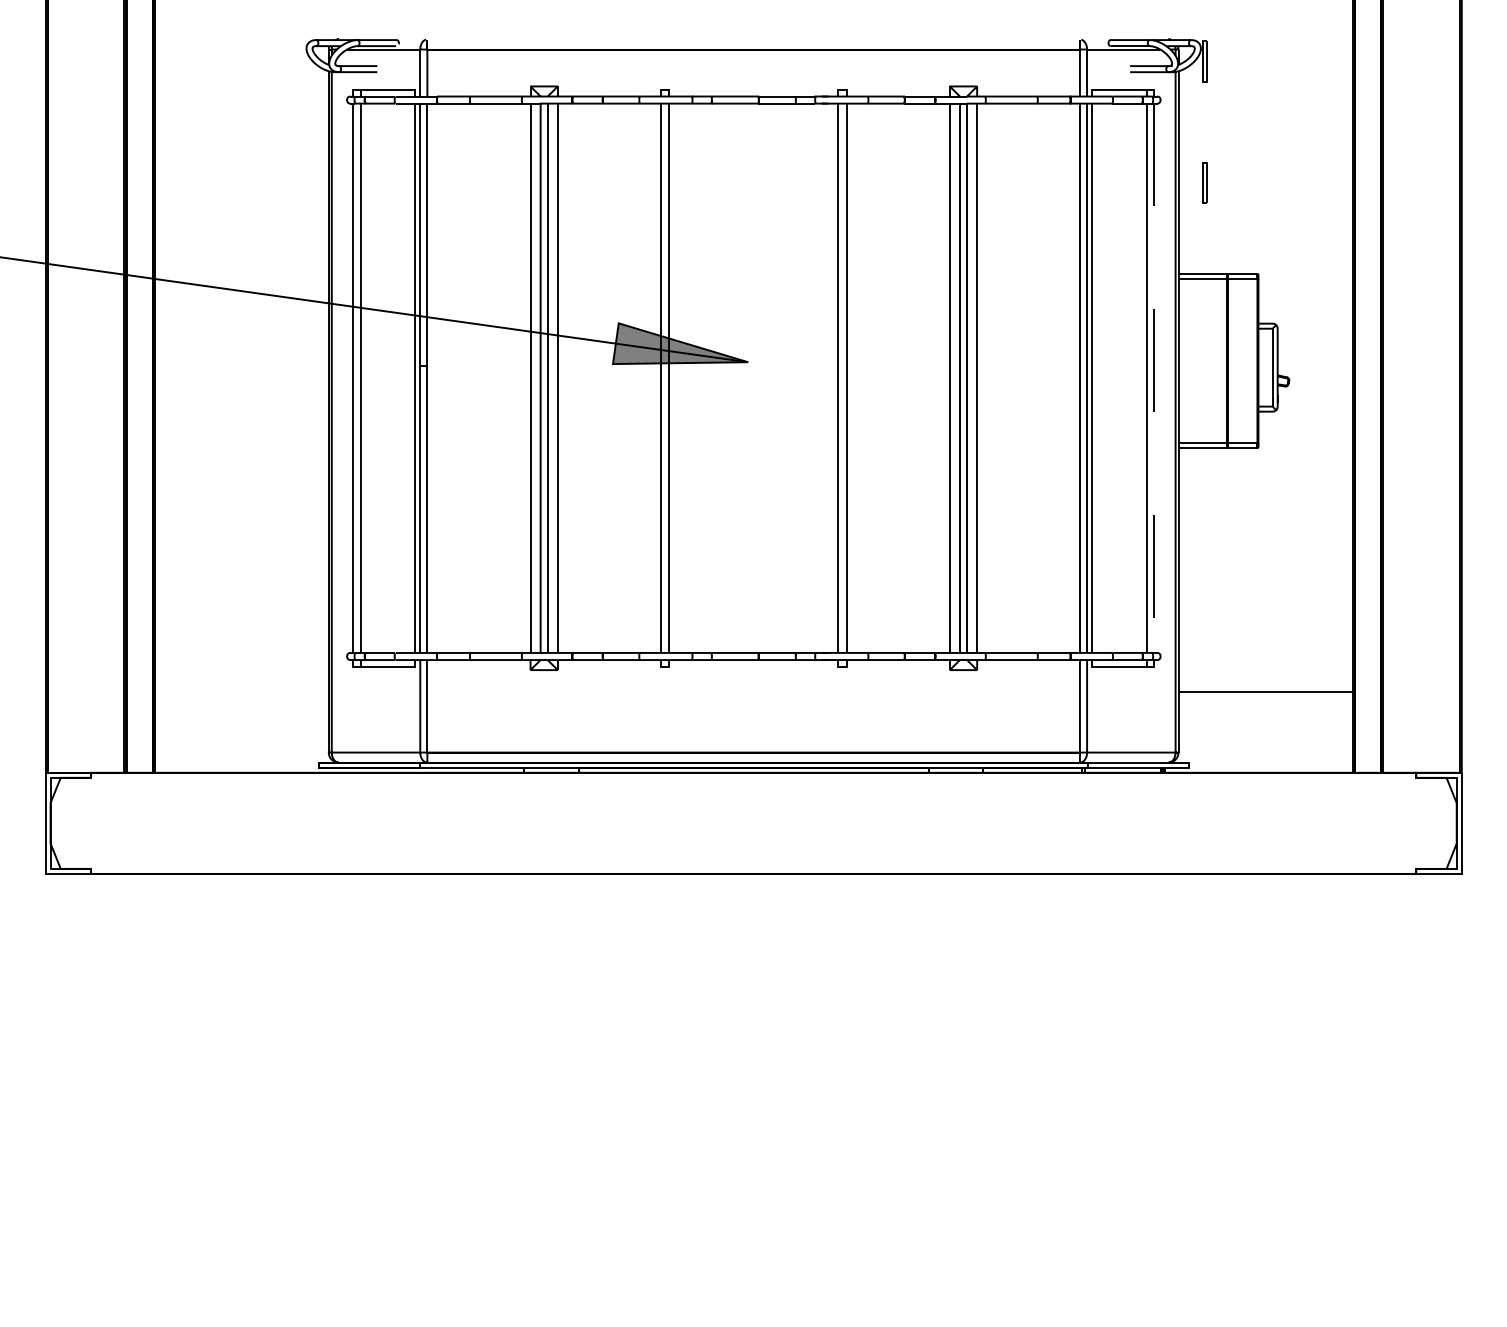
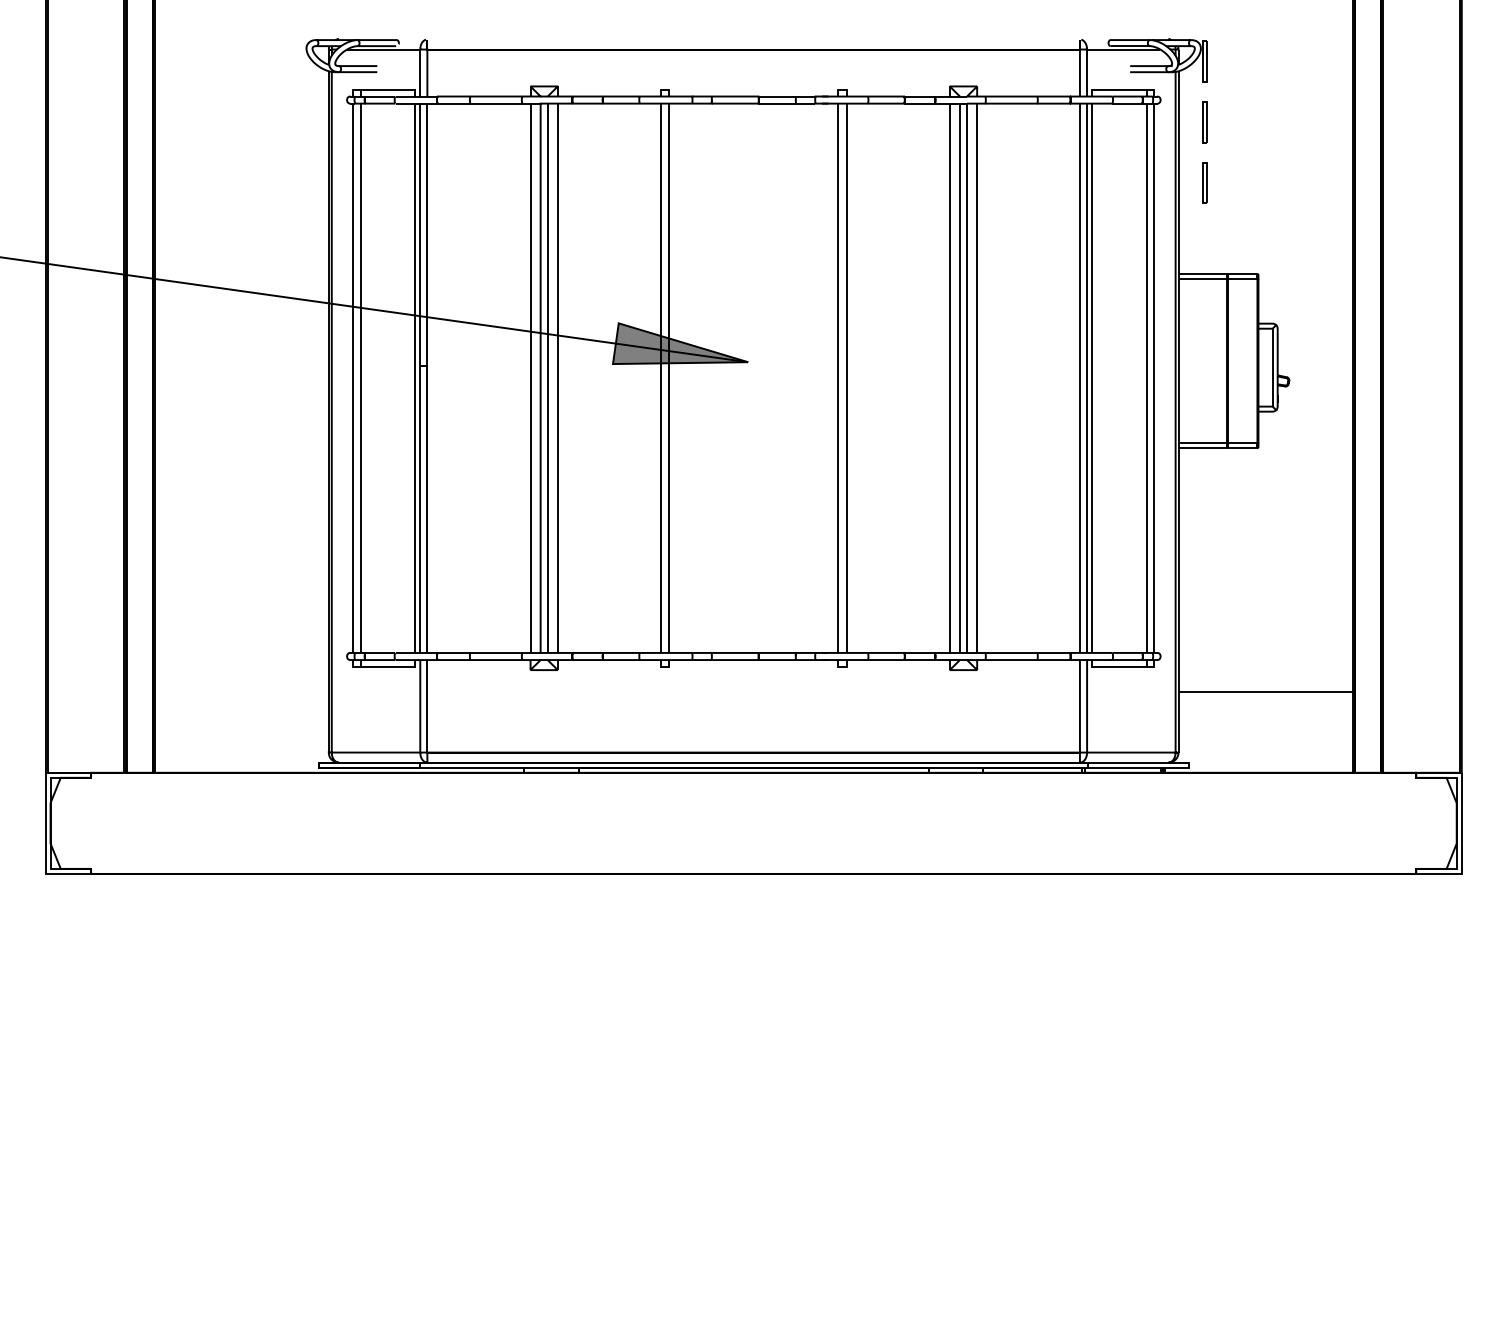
part at (1204, 122): none -> present
line at (1154, 378): dashed -> solid
